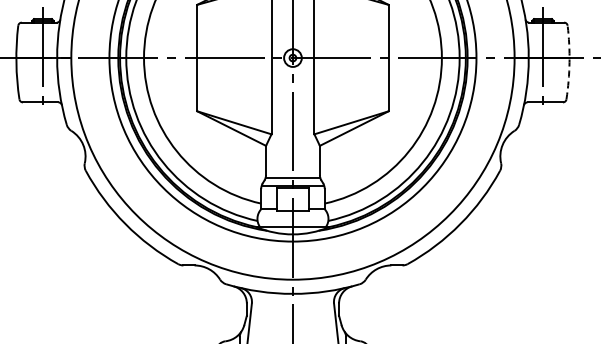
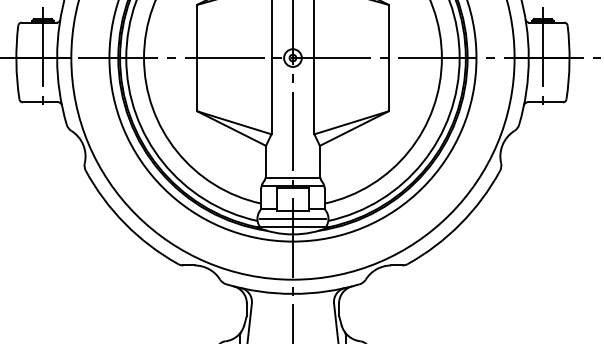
arc at (569, 62): dashed -> solid
line at (292, 218): none -> present
